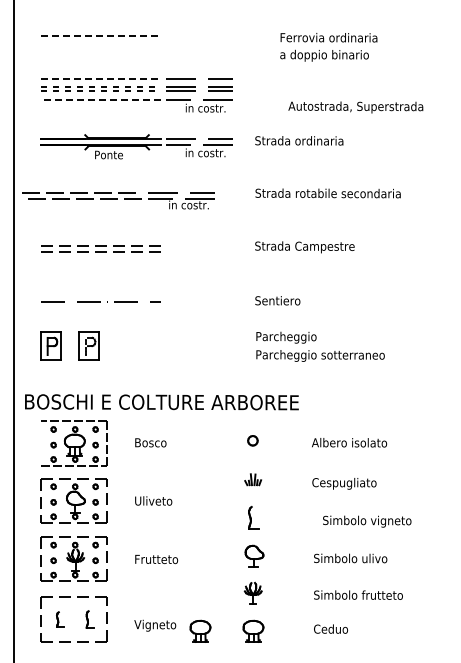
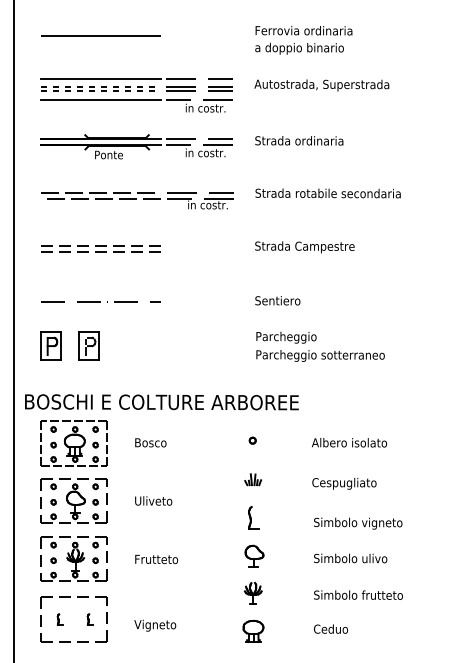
line at (100, 35): dashed -> solid
text at (328, 47) position: (328, 47) -> (303, 40)
line at (100, 78): dashed -> solid
line at (100, 99): dashed -> solid
text at (355, 107) position: (355, 107) -> (321, 85)
part at (118, 200) position: (118, 200) -> (137, 200)
part at (252, 440) size: 12x12 px -> 9x9 px
line at (40, 443): none -> present
text at (367, 521) position: (367, 521) -> (358, 523)
part at (60, 619) size: 9x17 px -> 8x13 px
part at (89, 619) size: 10x19 px -> 8x13 px
part at (200, 630): present -> none
